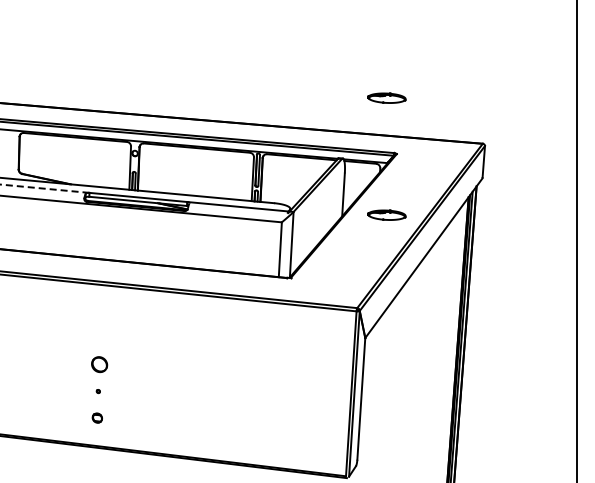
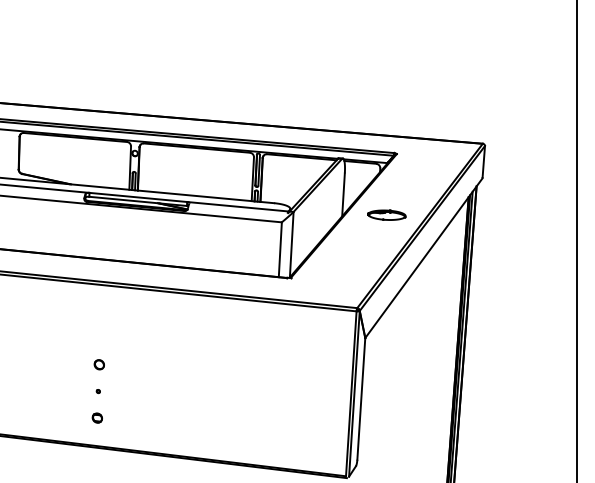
part at (386, 97): present -> none
line at (44, 188): dashed -> solid
part at (99, 364) size: 18x18 px -> 12x12 px
